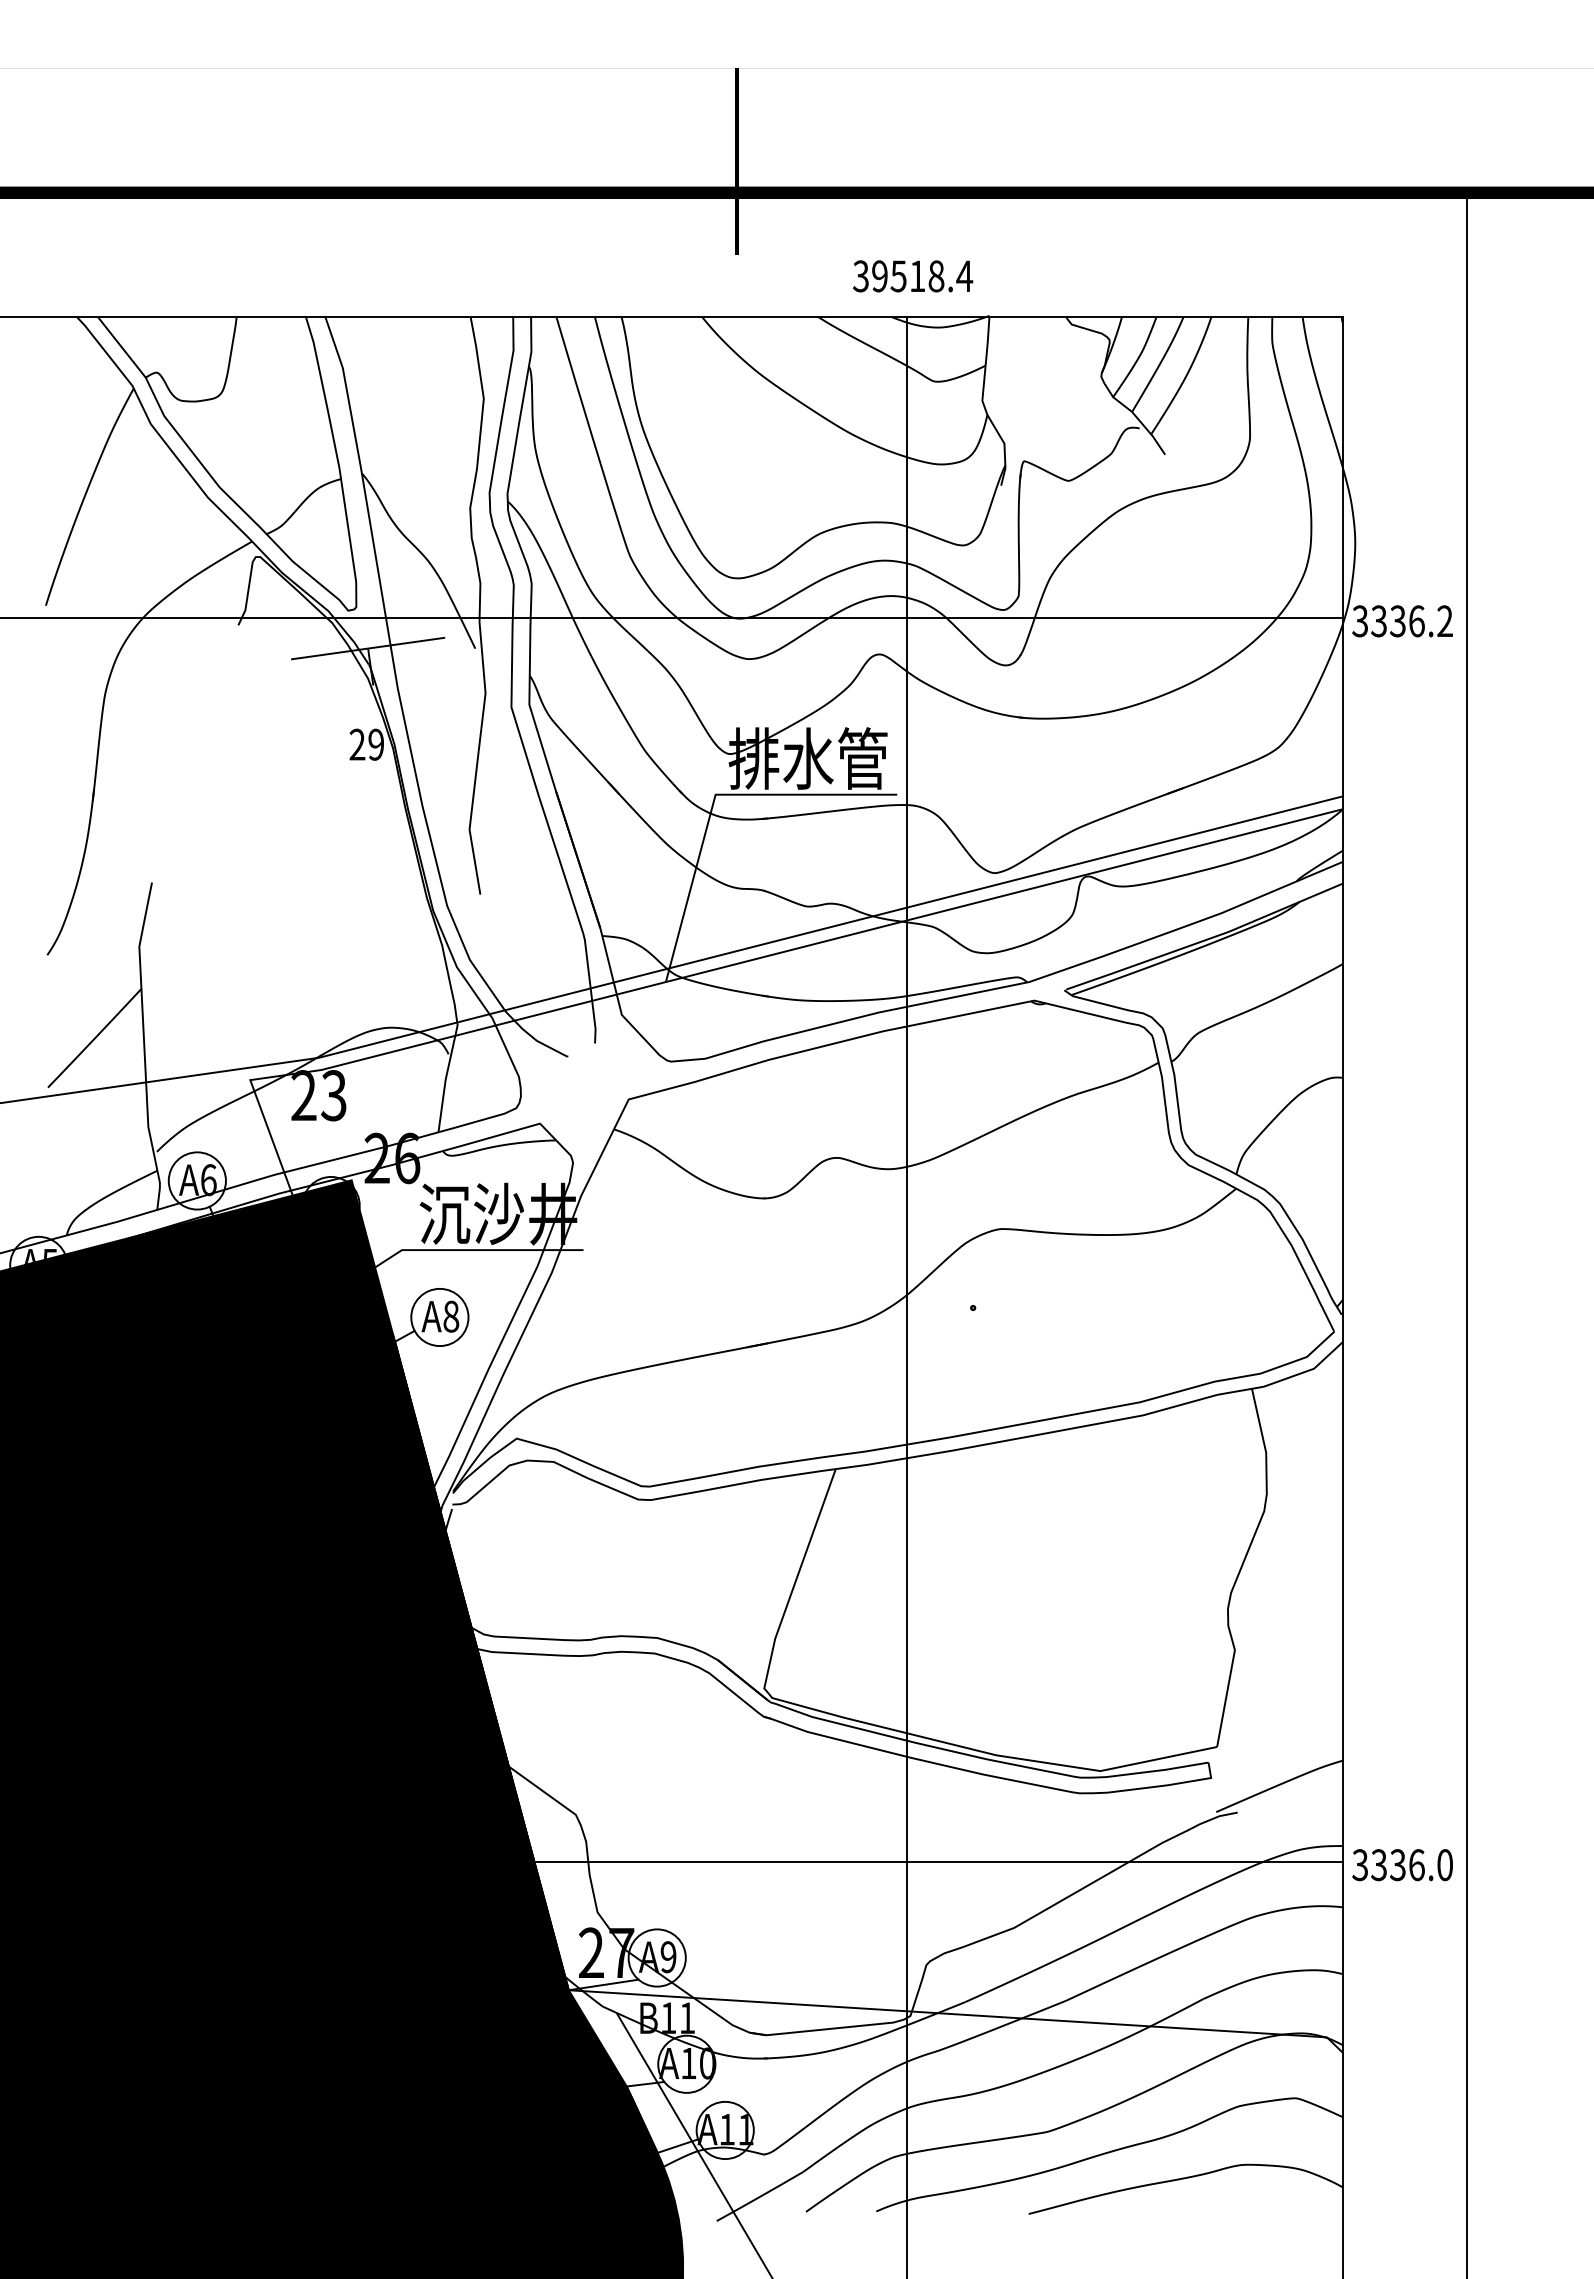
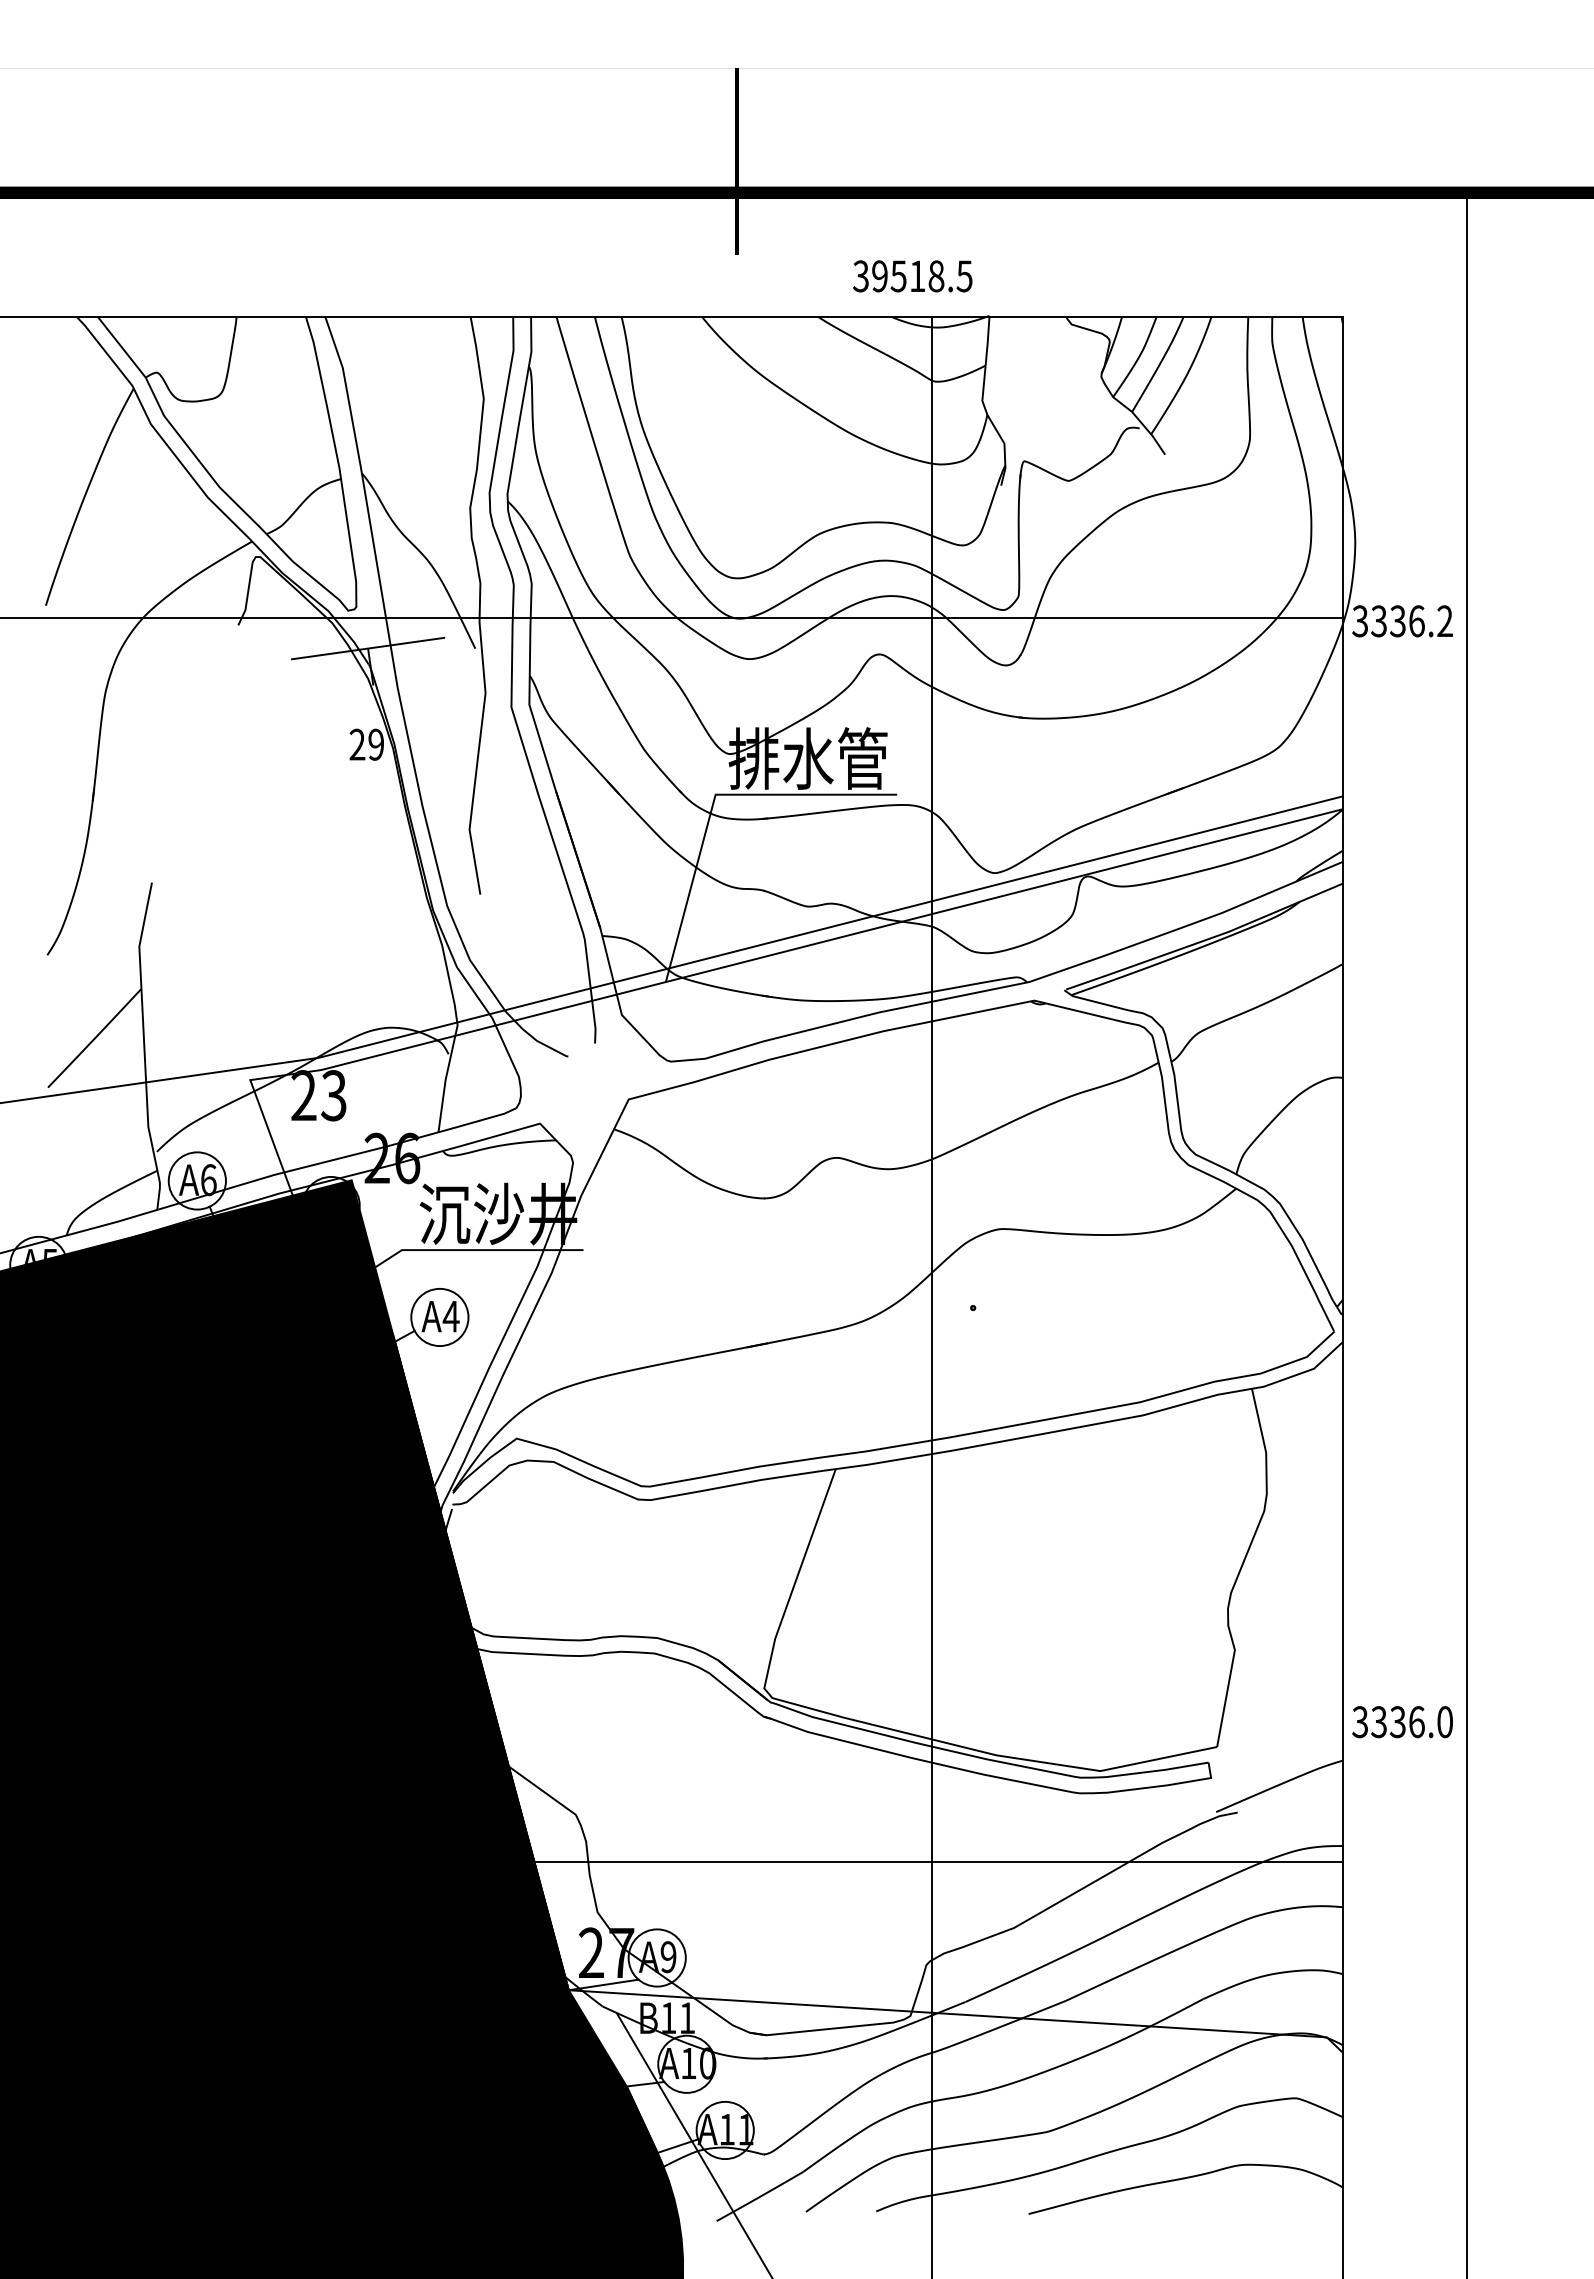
text at (964, 276): 39518.4 -> 39518.5
line at (907, 1296) position: (907, 1296) -> (932, 1296)
text at (450, 1316): A8 -> A4
text at (1402, 1865) position: (1402, 1865) -> (1402, 1722)
